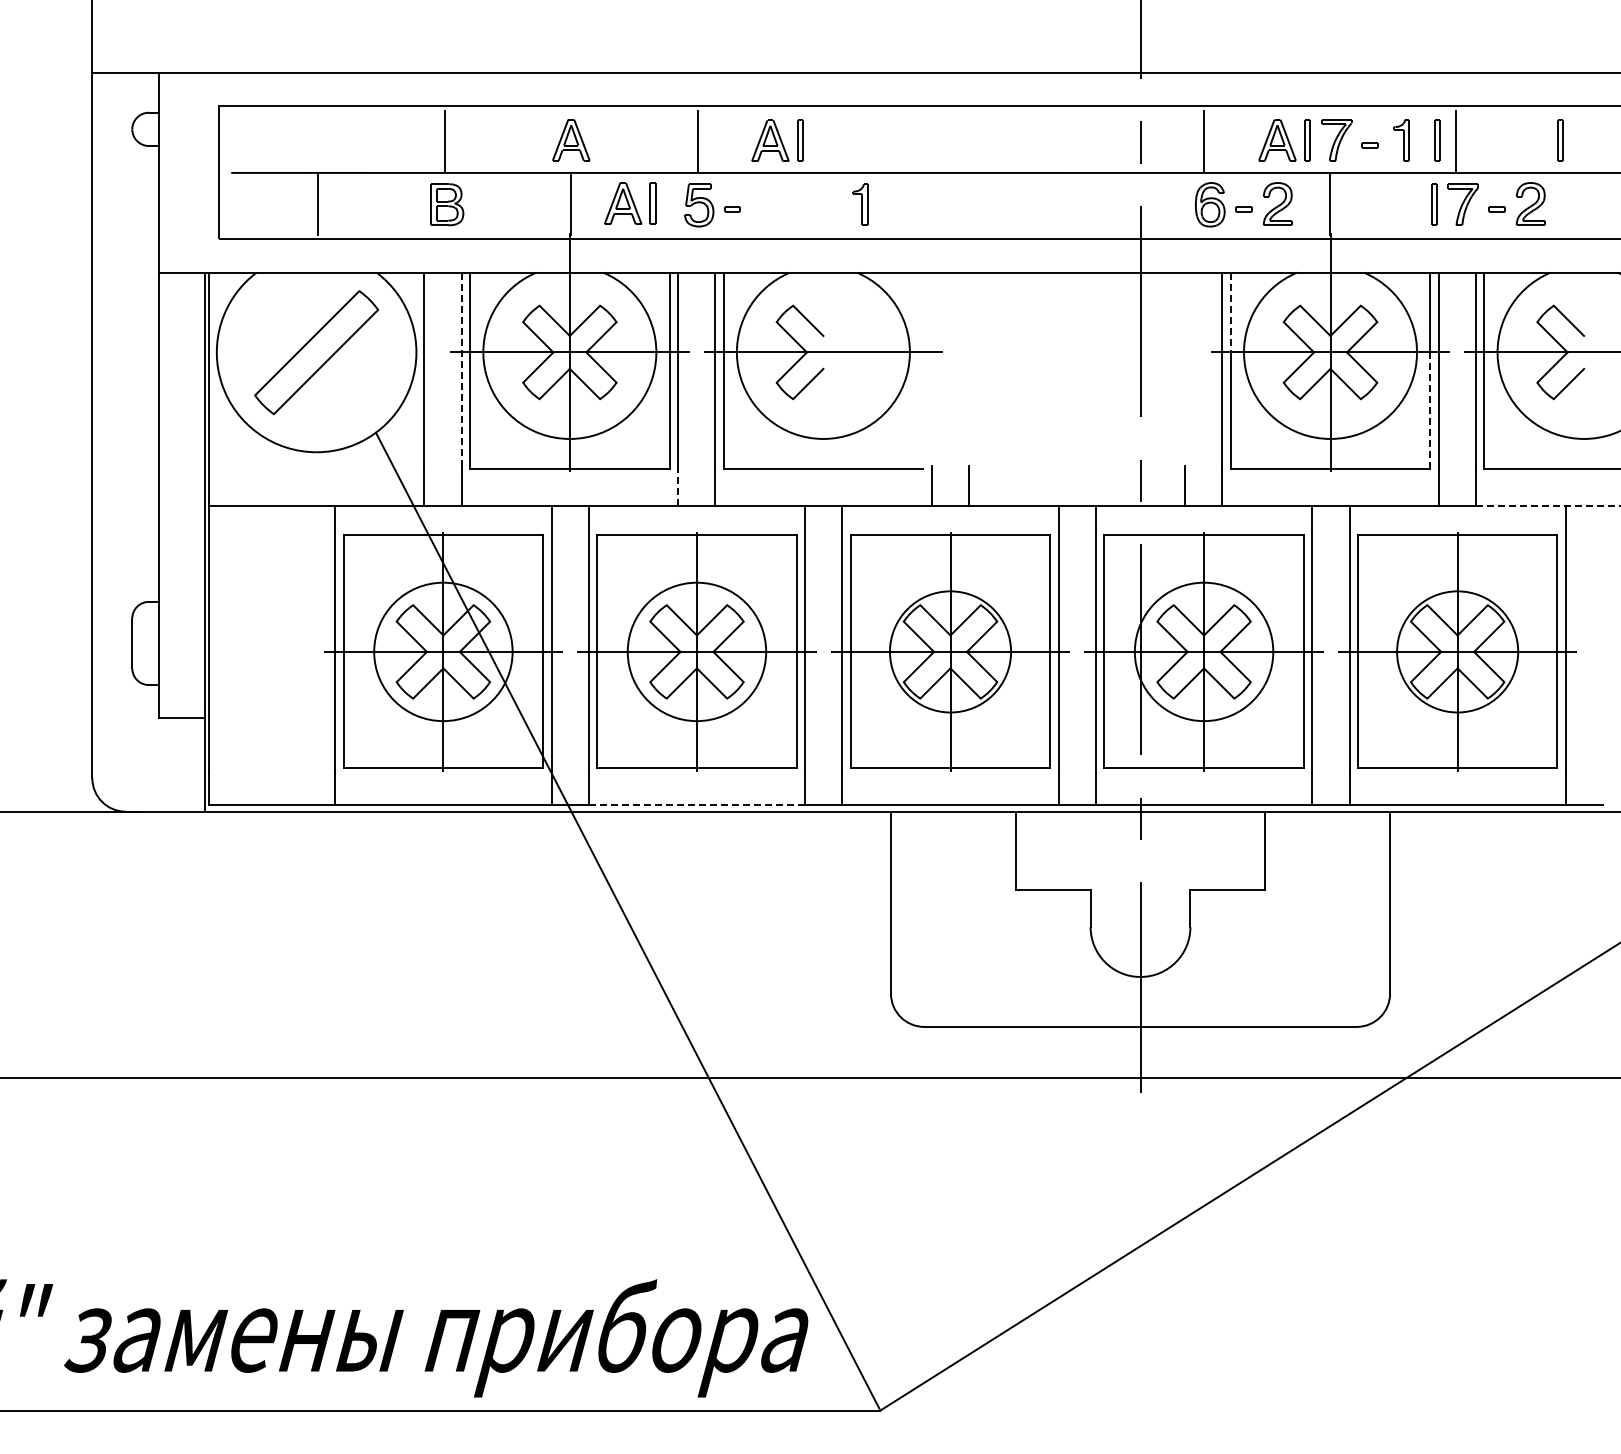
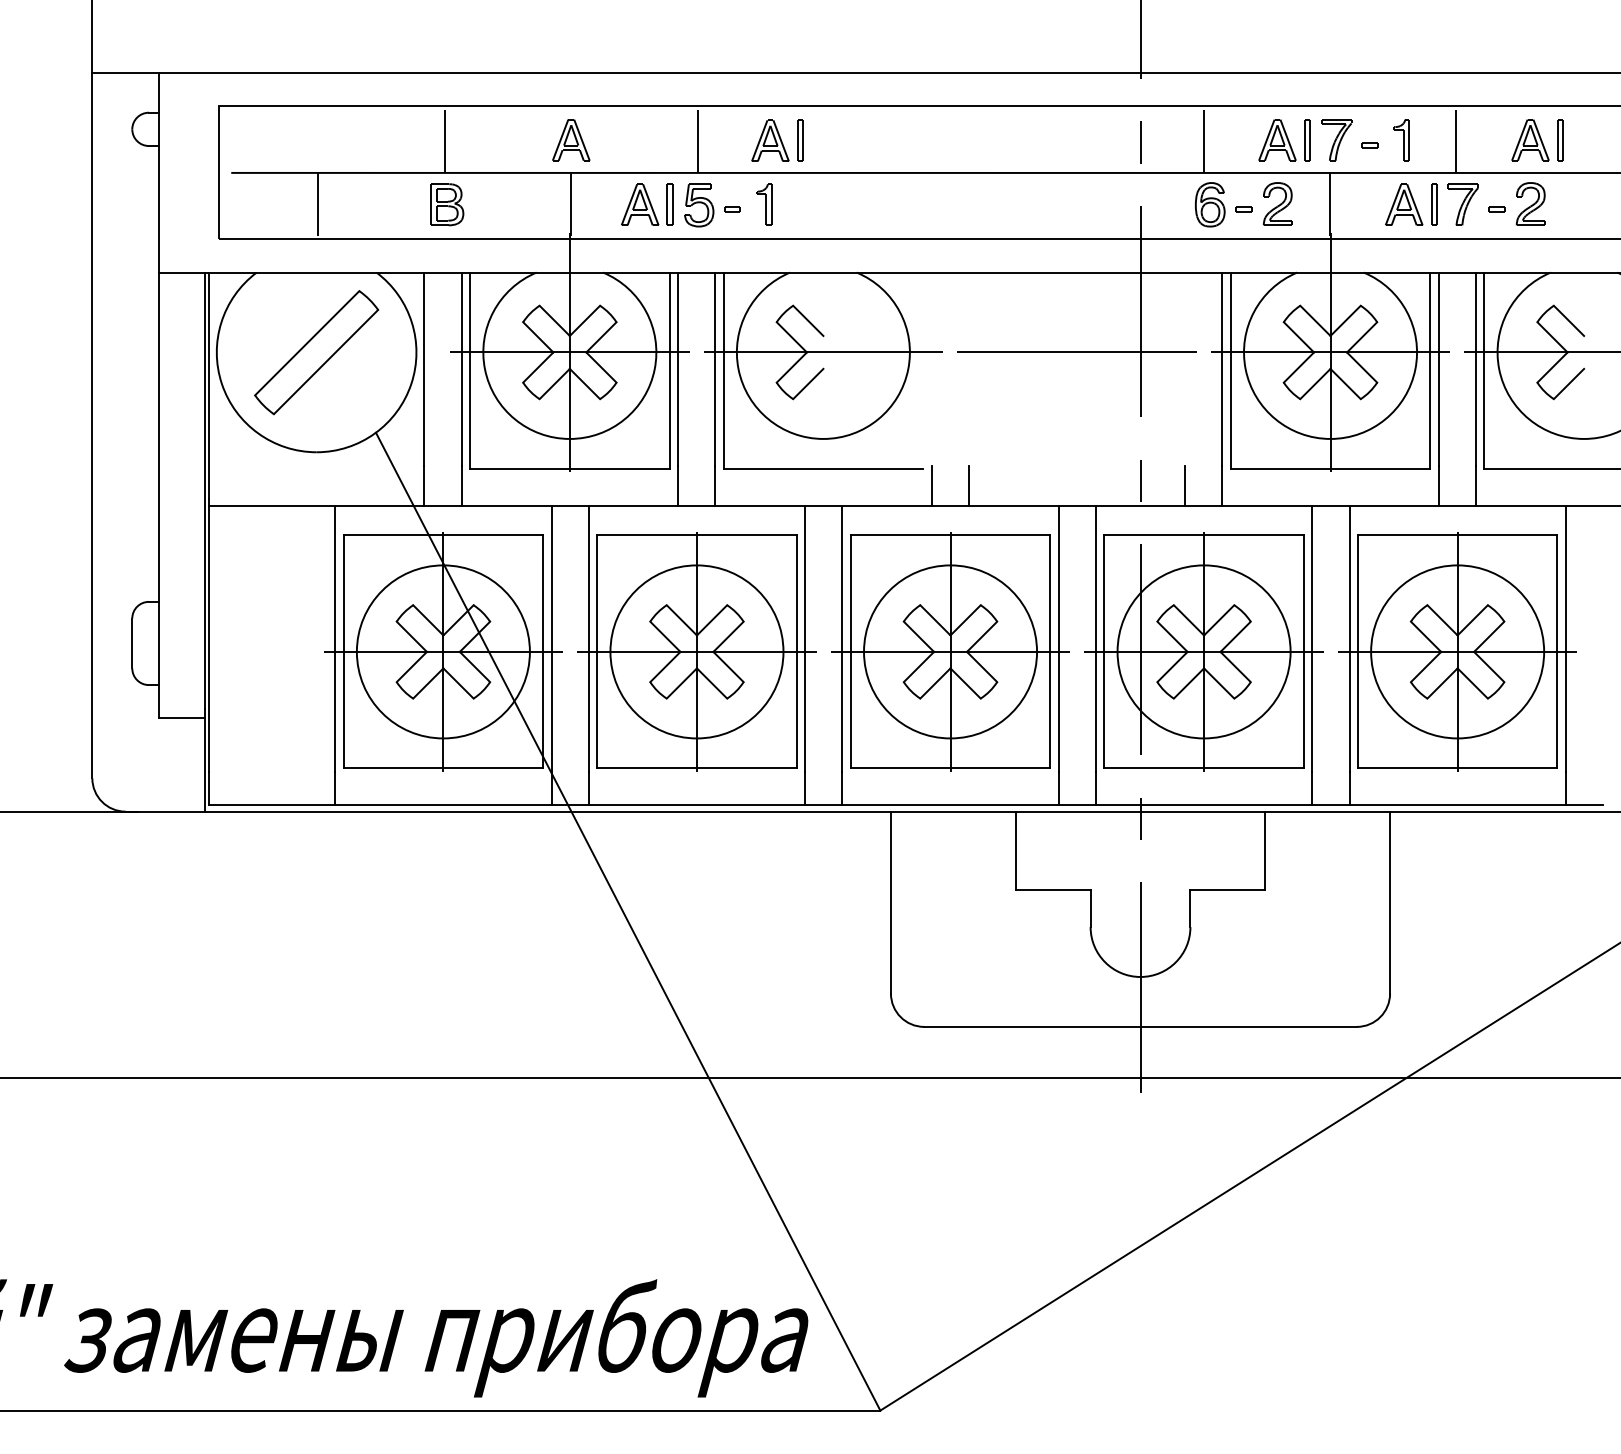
part at (1437, 140): present -> none
part at (1530, 140): none -> present
part at (630, 203) position: (630, 203) -> (647, 204)
part at (860, 204) position: (860, 204) -> (764, 204)
part at (1404, 204): none -> present
line at (1230, 312): dashed -> solid
line at (1076, 352): none -> present
line at (461, 369): dashed -> solid
line at (1430, 410): dashed -> solid
line at (678, 485): dashed -> solid
line at (1548, 505): dashed -> solid
circle at (443, 651) diameter: 138 px -> 173 px
circle at (696, 651) diameter: 138 px -> 173 px
circle at (950, 651) diameter: 121 px -> 173 px
circle at (1203, 651) diameter: 138 px -> 173 px
circle at (1457, 651) diameter: 121 px -> 173 px
line at (697, 804): dashed -> solid
